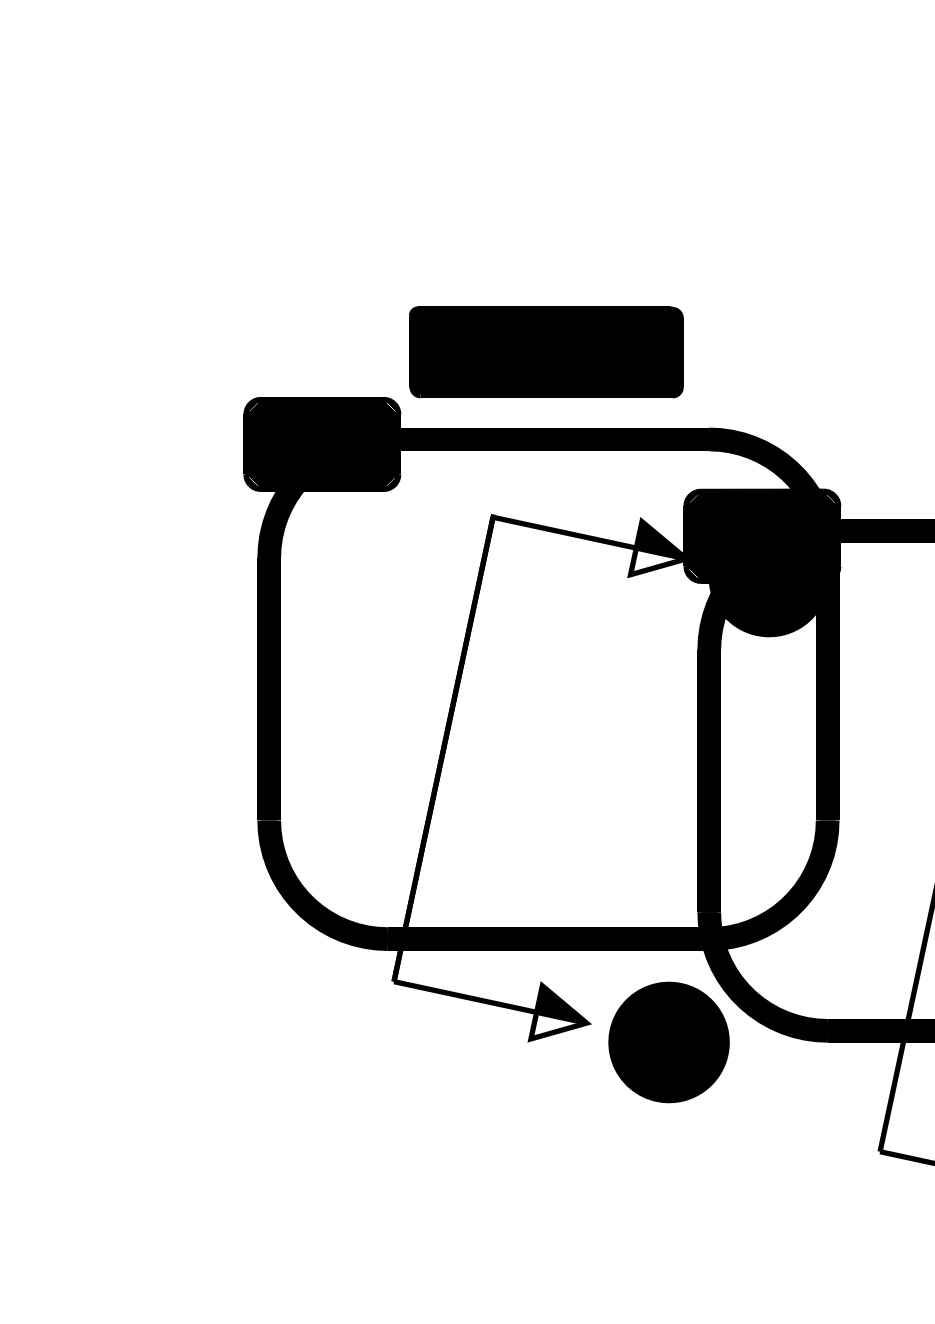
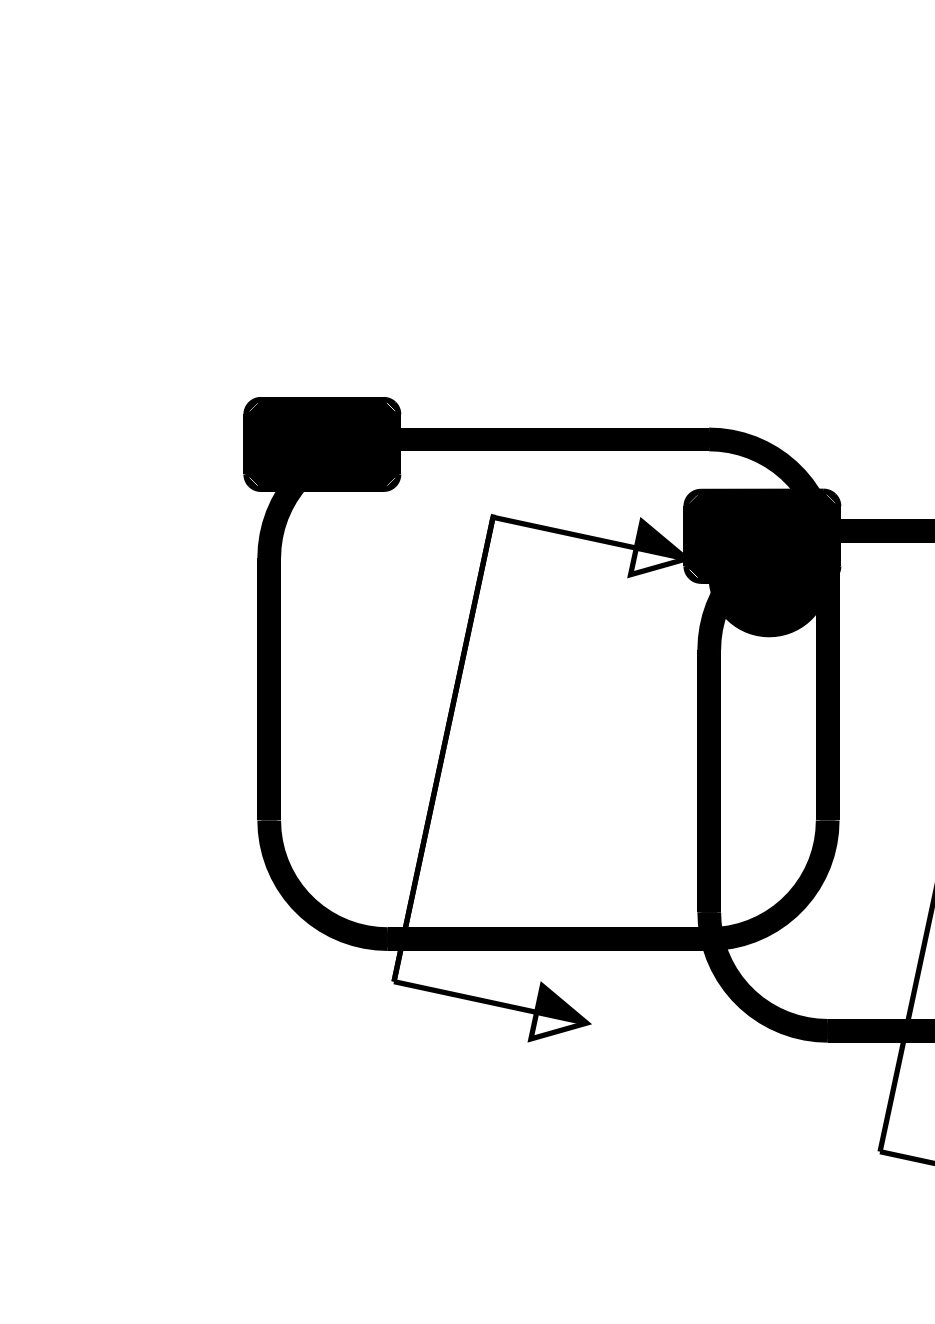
part at (546, 352): present -> none
part at (668, 1042): present -> none
